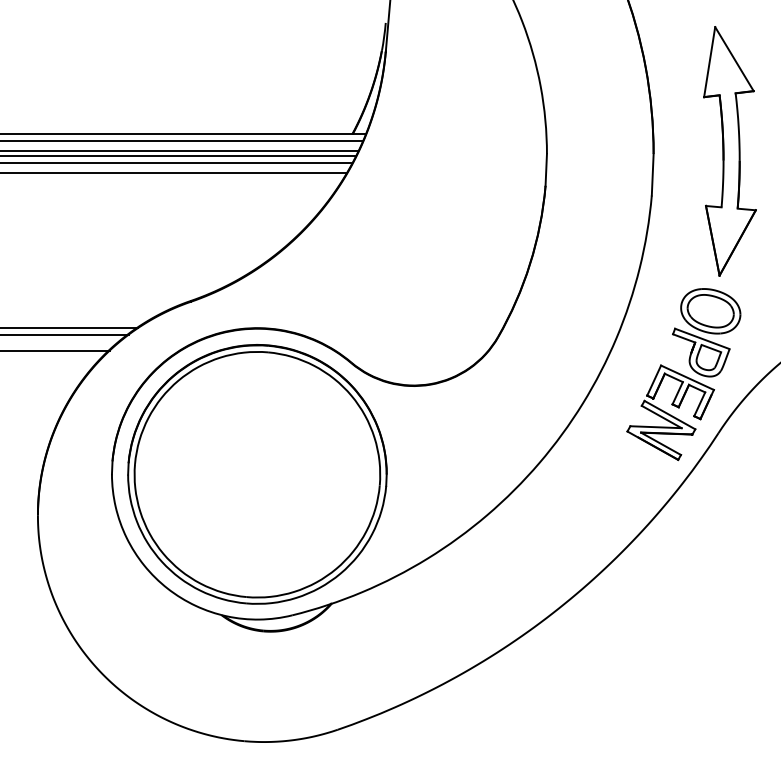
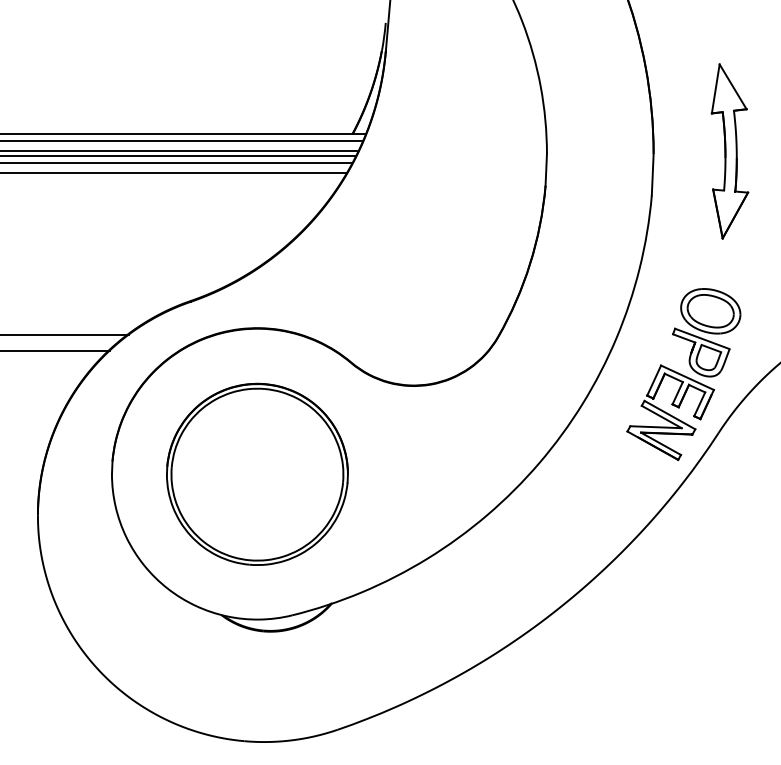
part at (729, 151) size: 54x251 px -> 40x177 px
line at (69, 328): present -> none
part at (257, 474) size: 261x261 px -> 183x184 px
